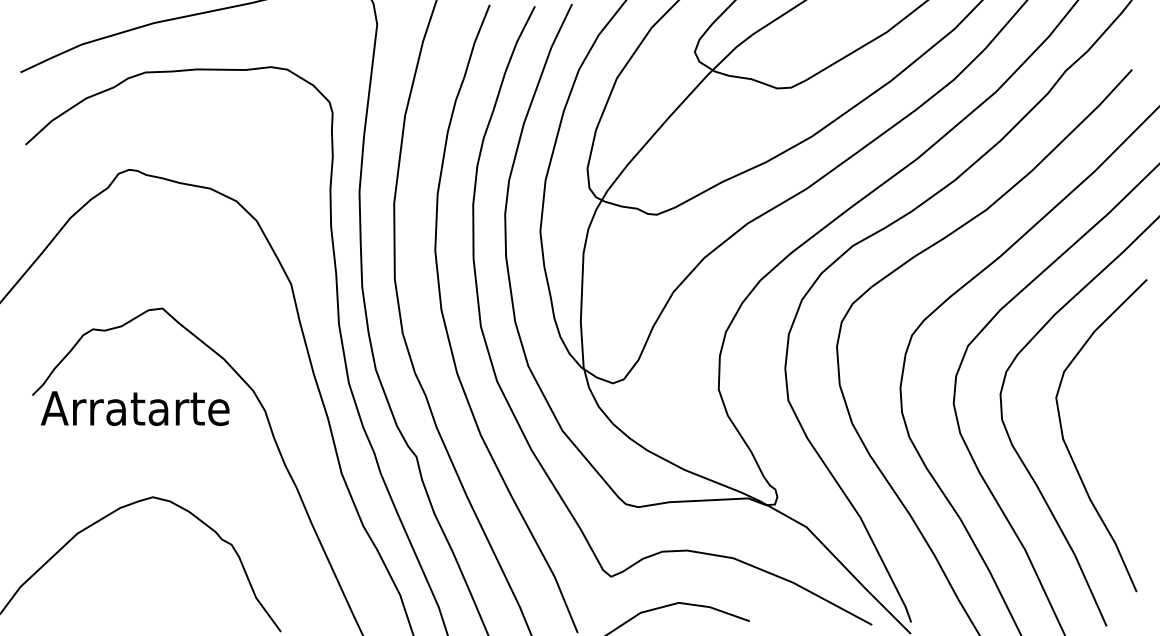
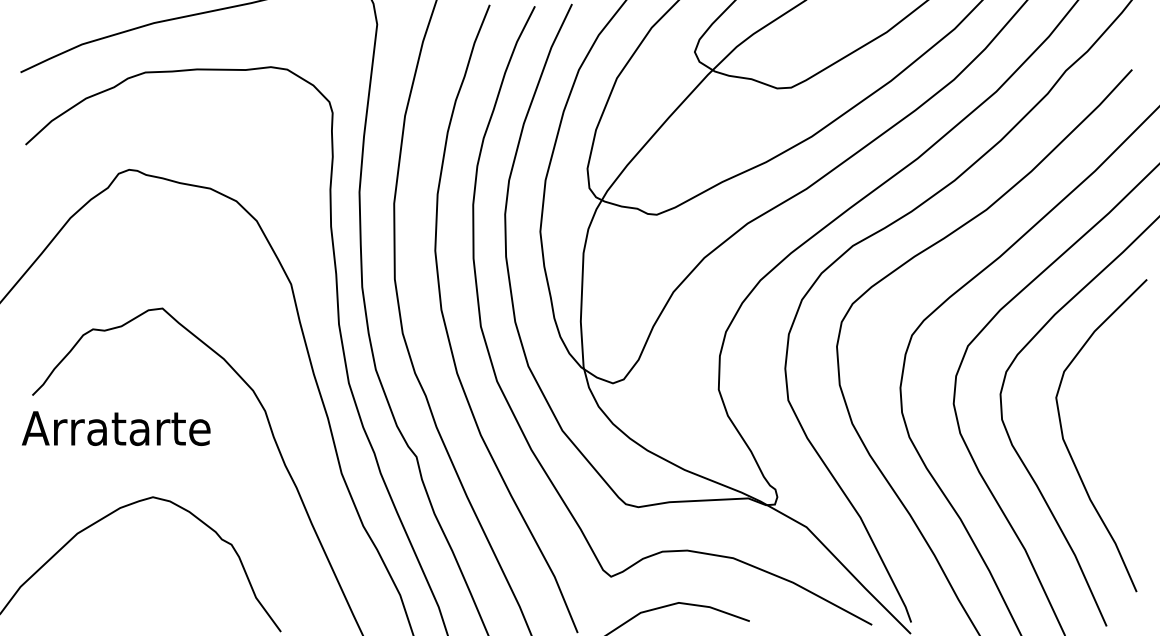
text at (135, 408) position: (135, 408) -> (116, 428)
